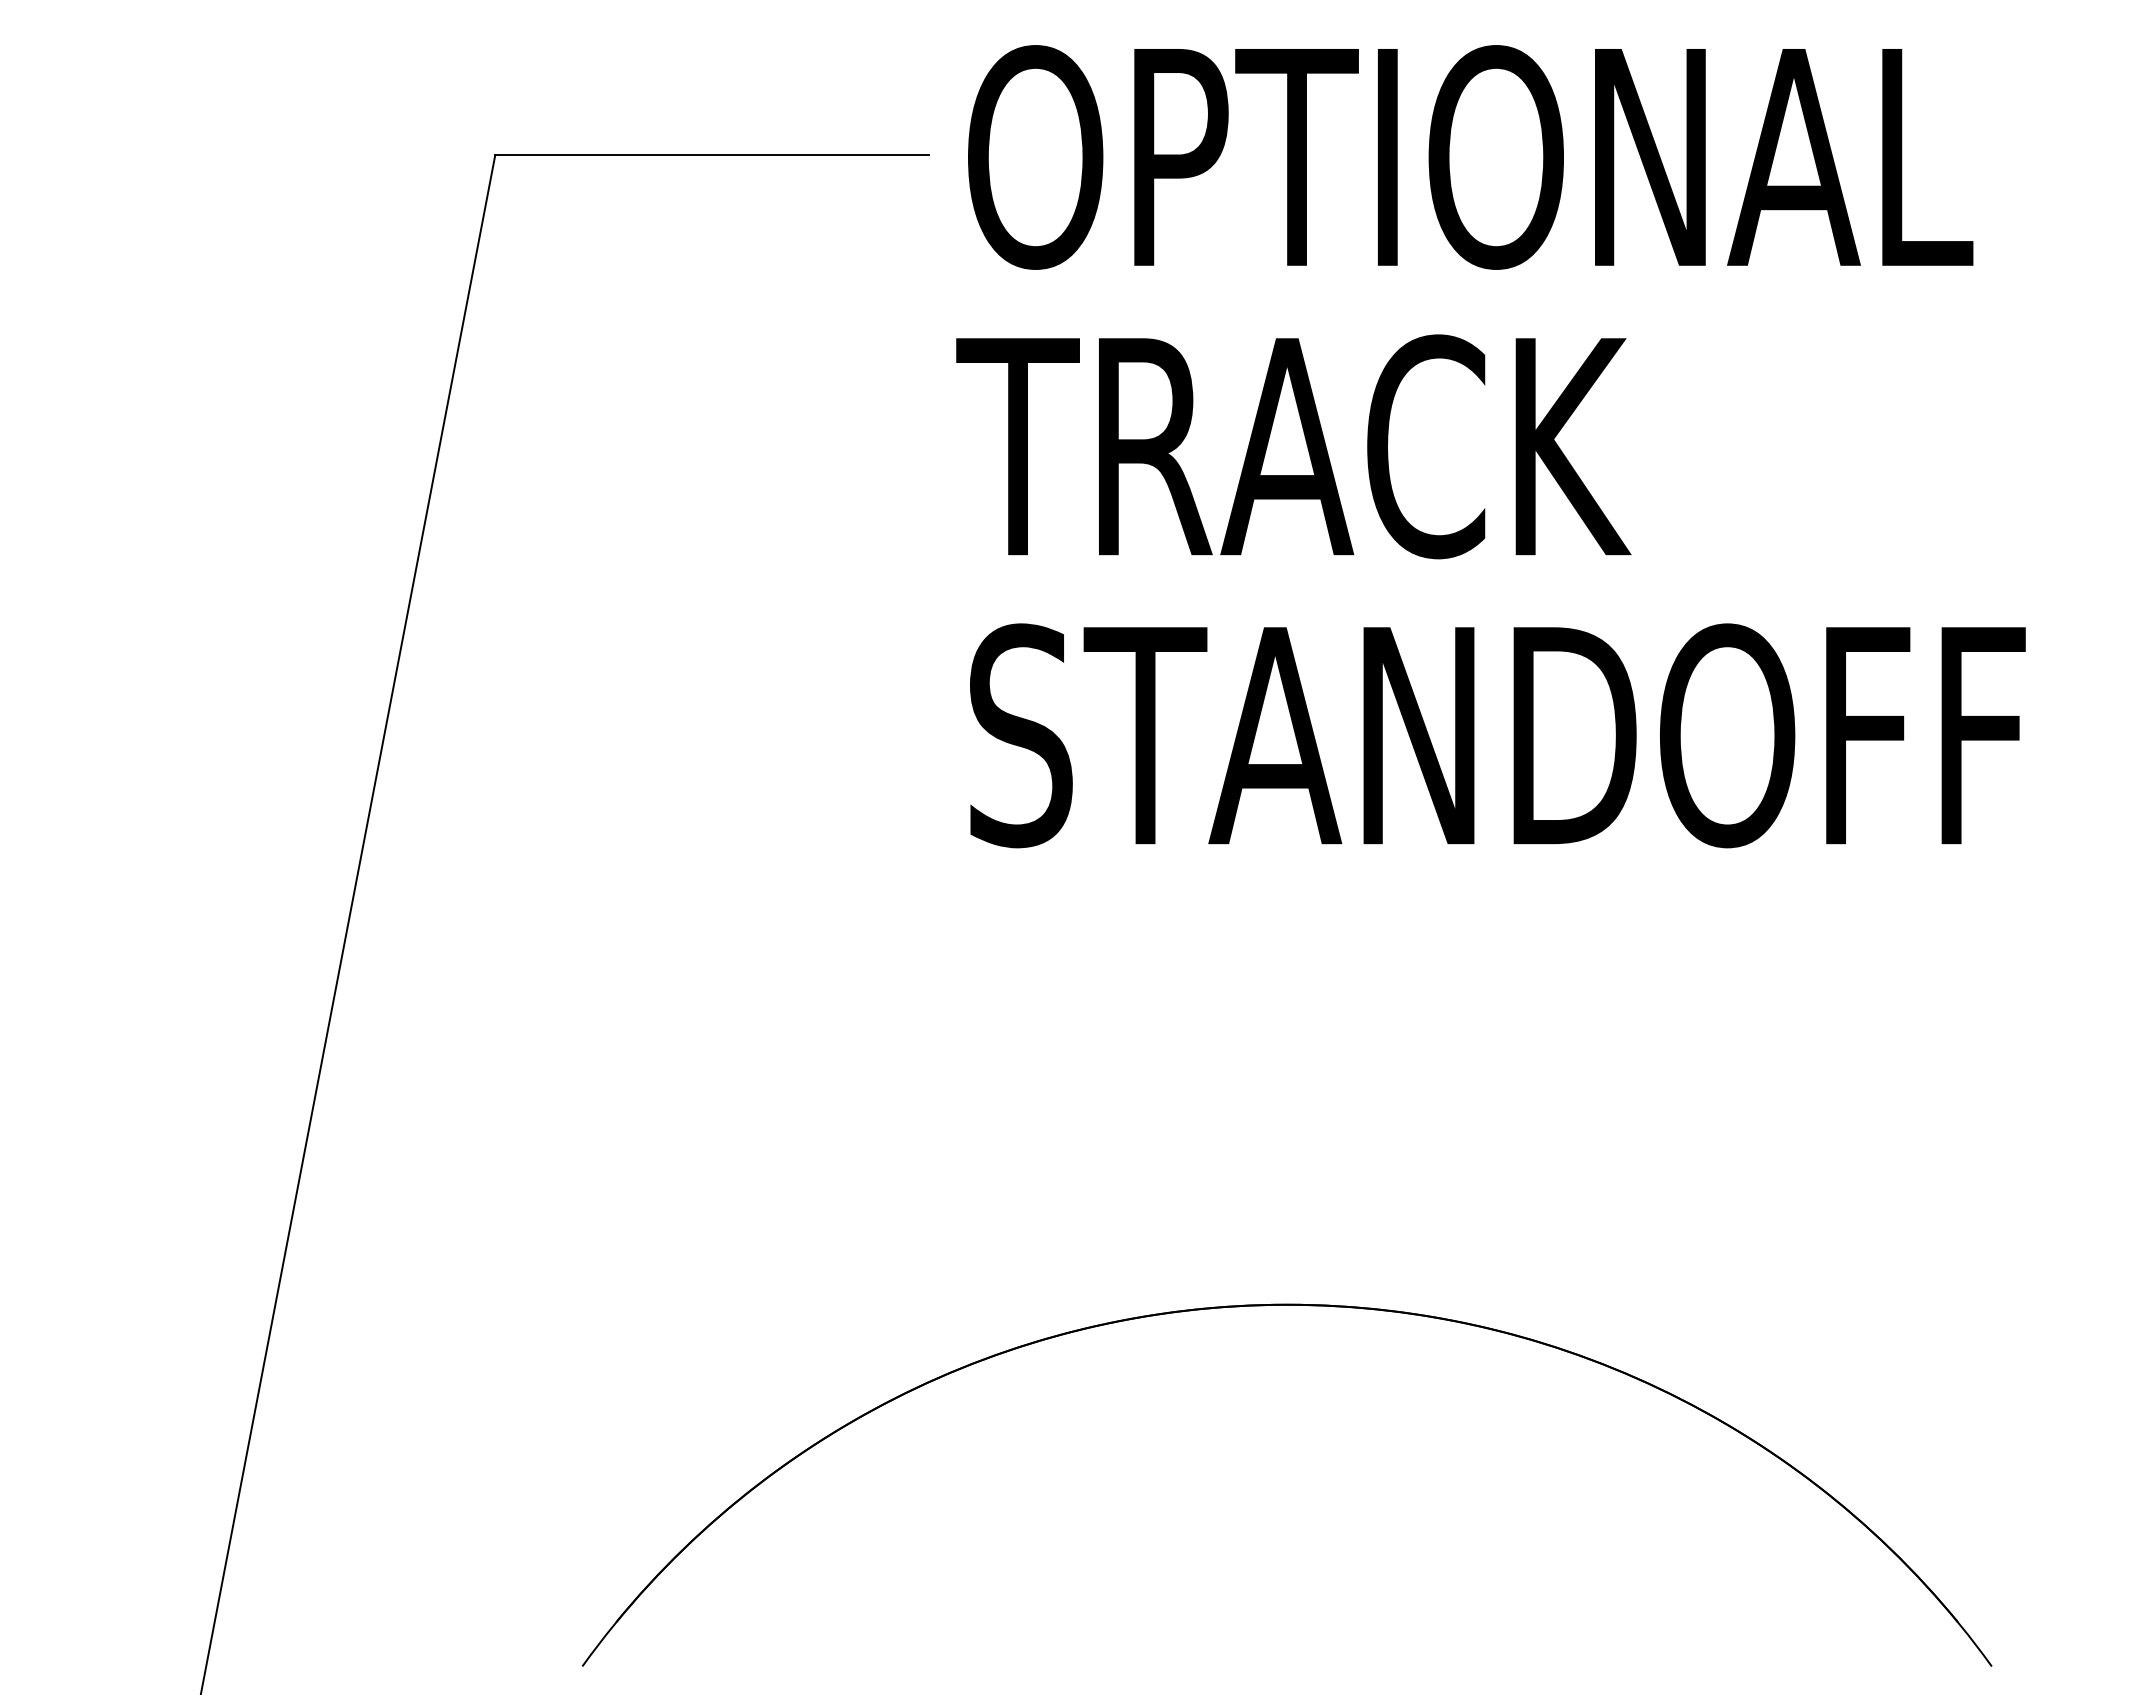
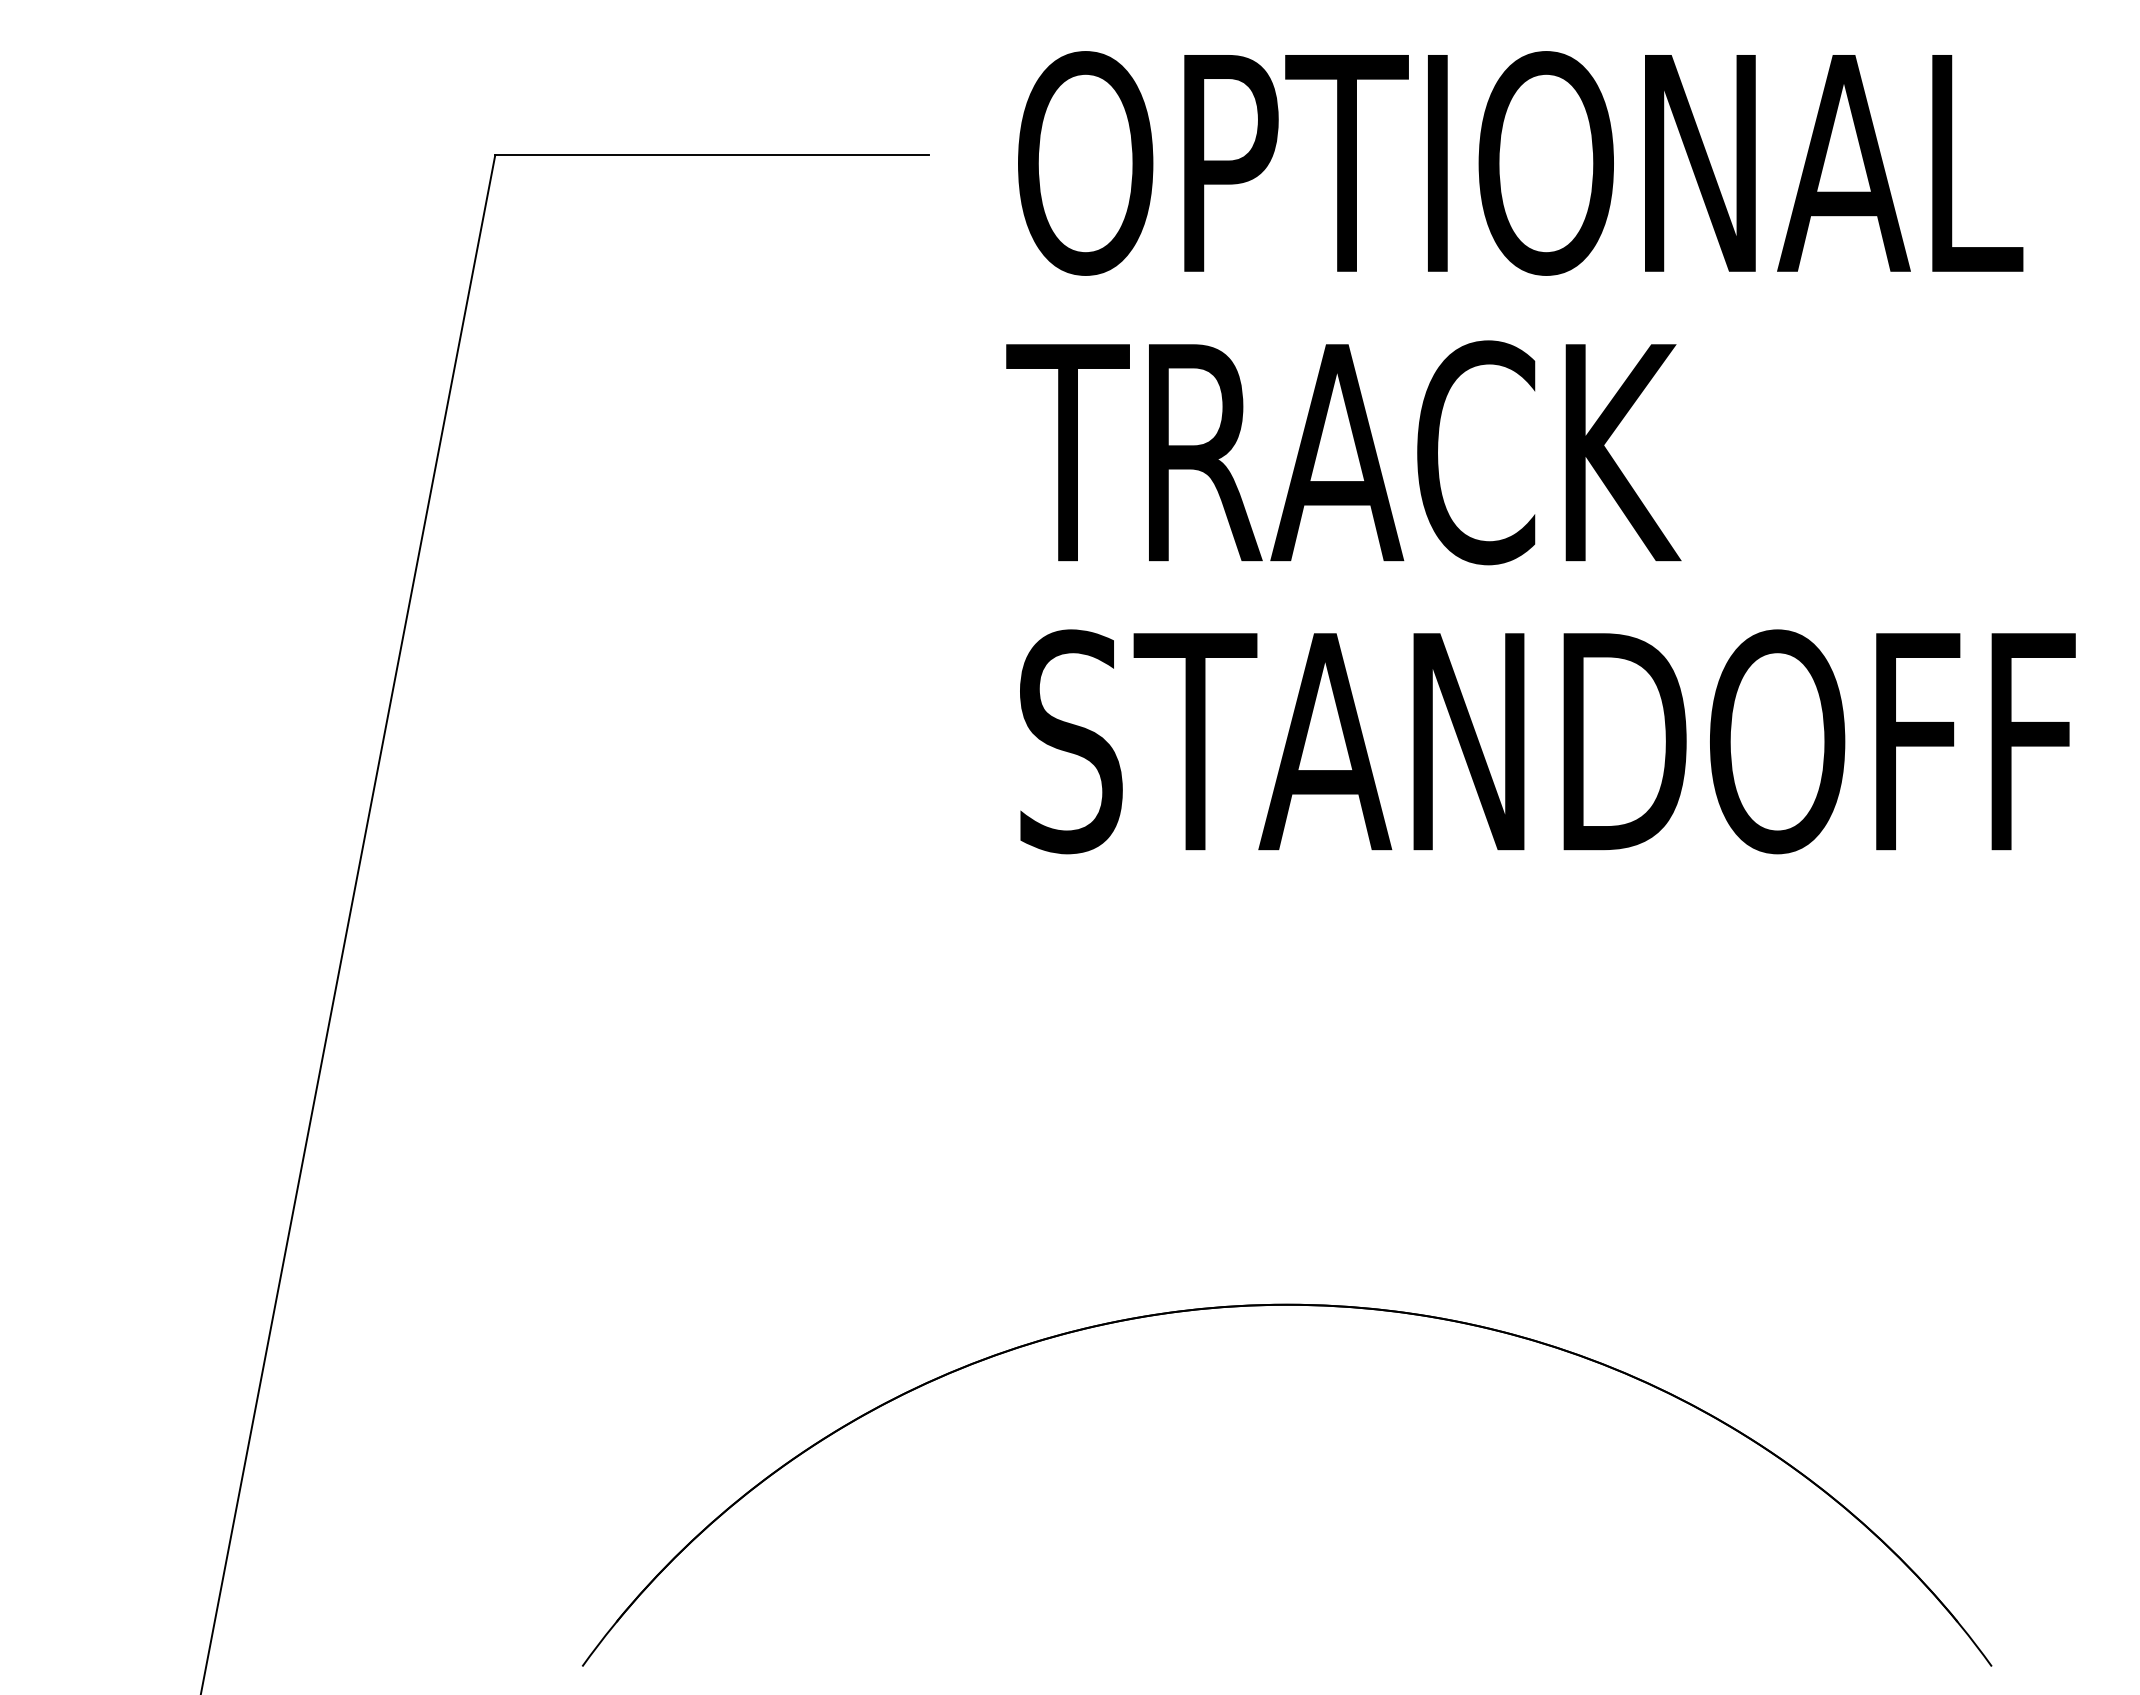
text at (1490, 446) position: (1490, 446) -> (1540, 452)
